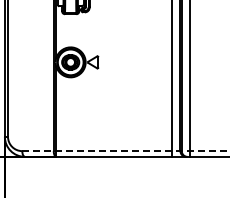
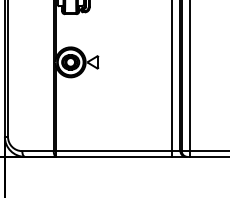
line at (126, 151): dashed -> solid
